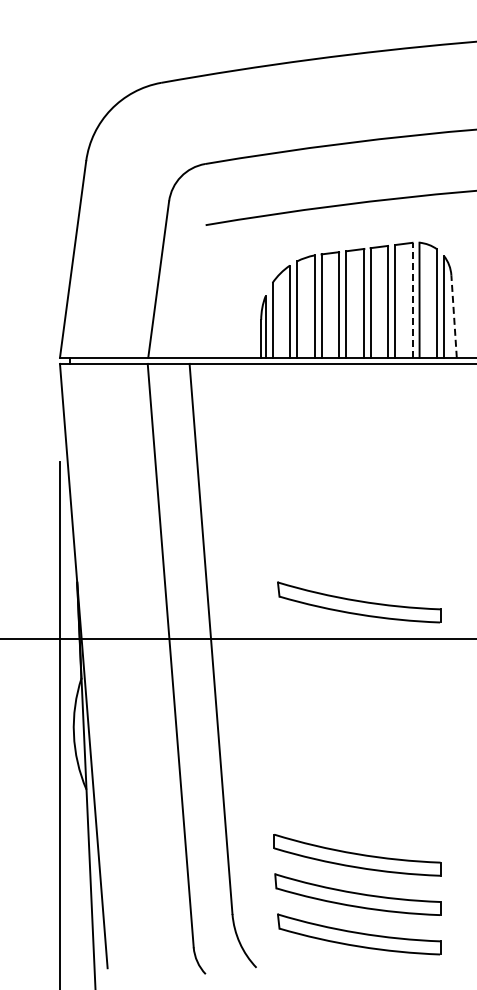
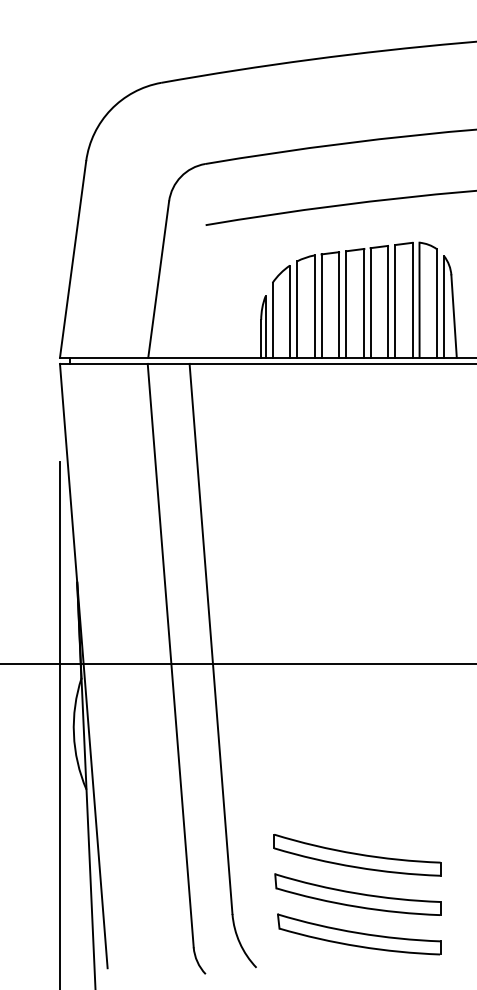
line at (412, 299): dashed -> solid
line at (454, 316): dashed -> solid
part at (359, 602): present -> none
line at (237, 639) position: (237, 639) -> (237, 664)
